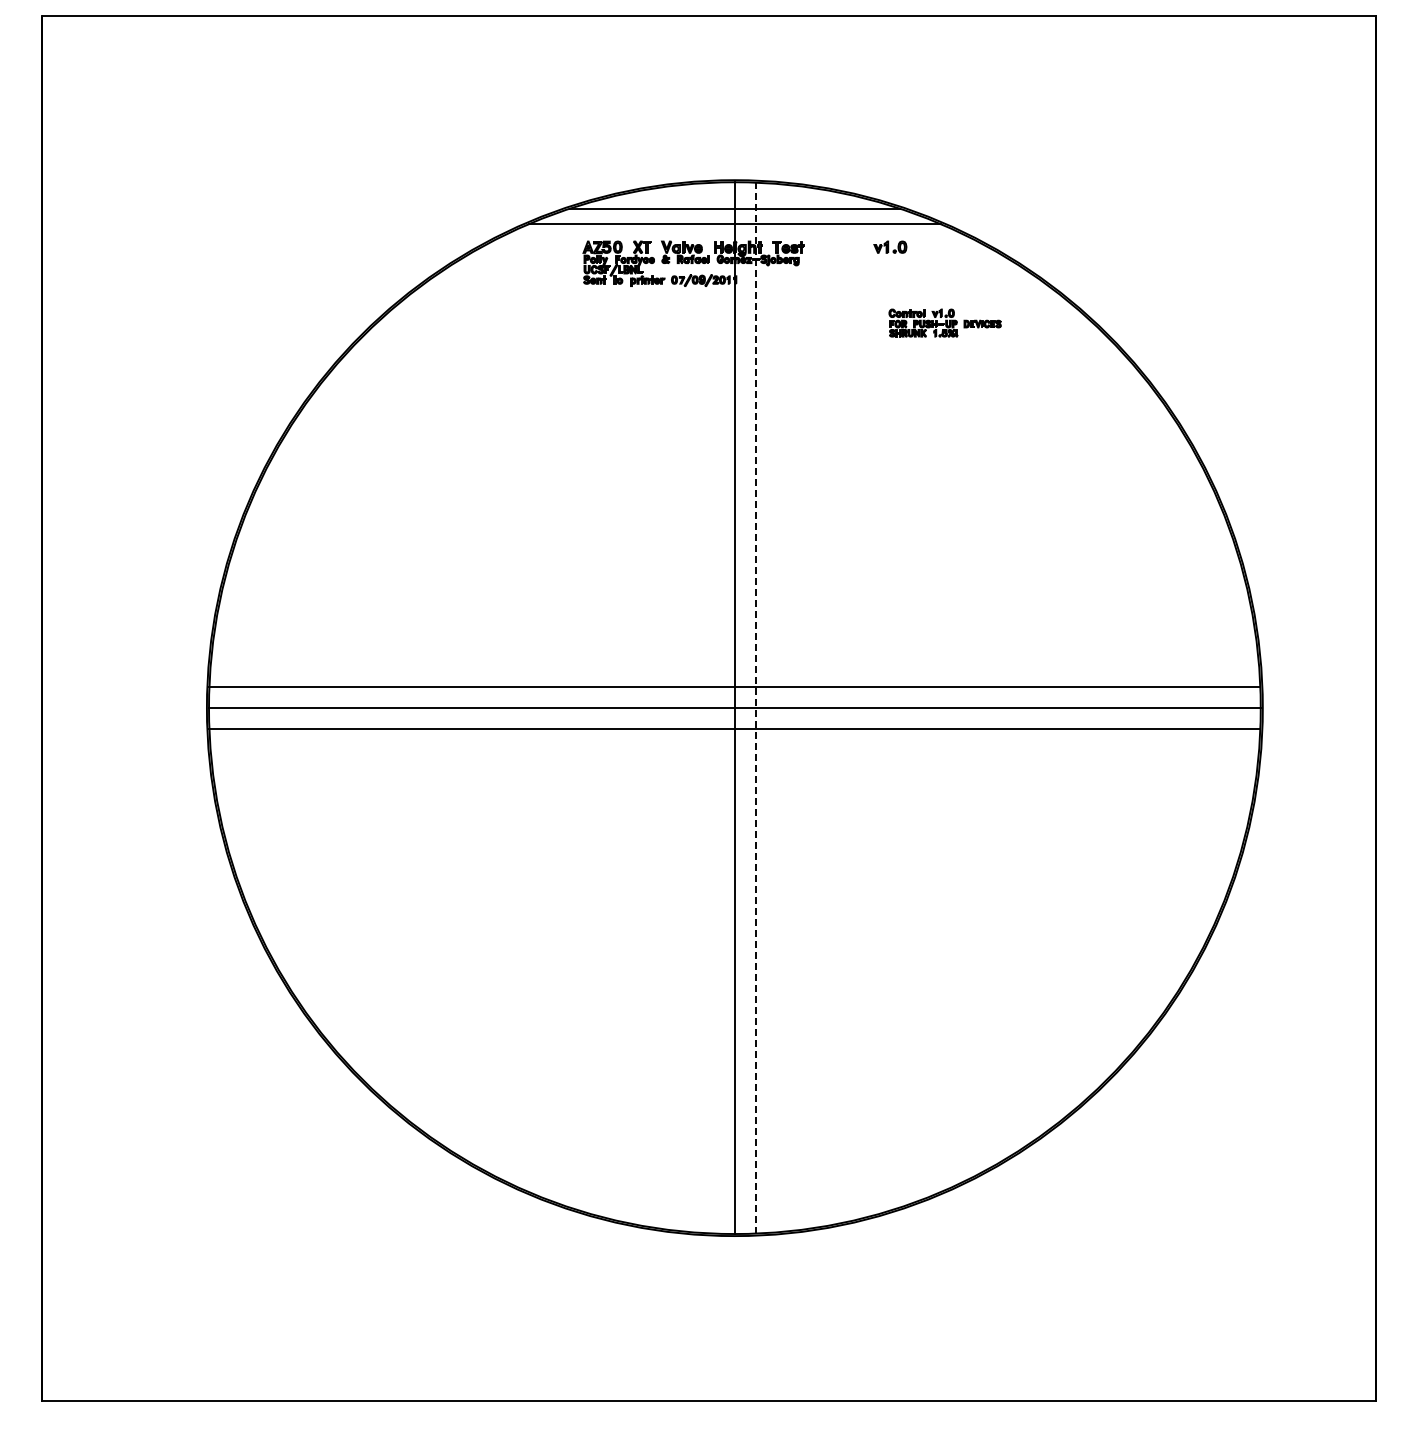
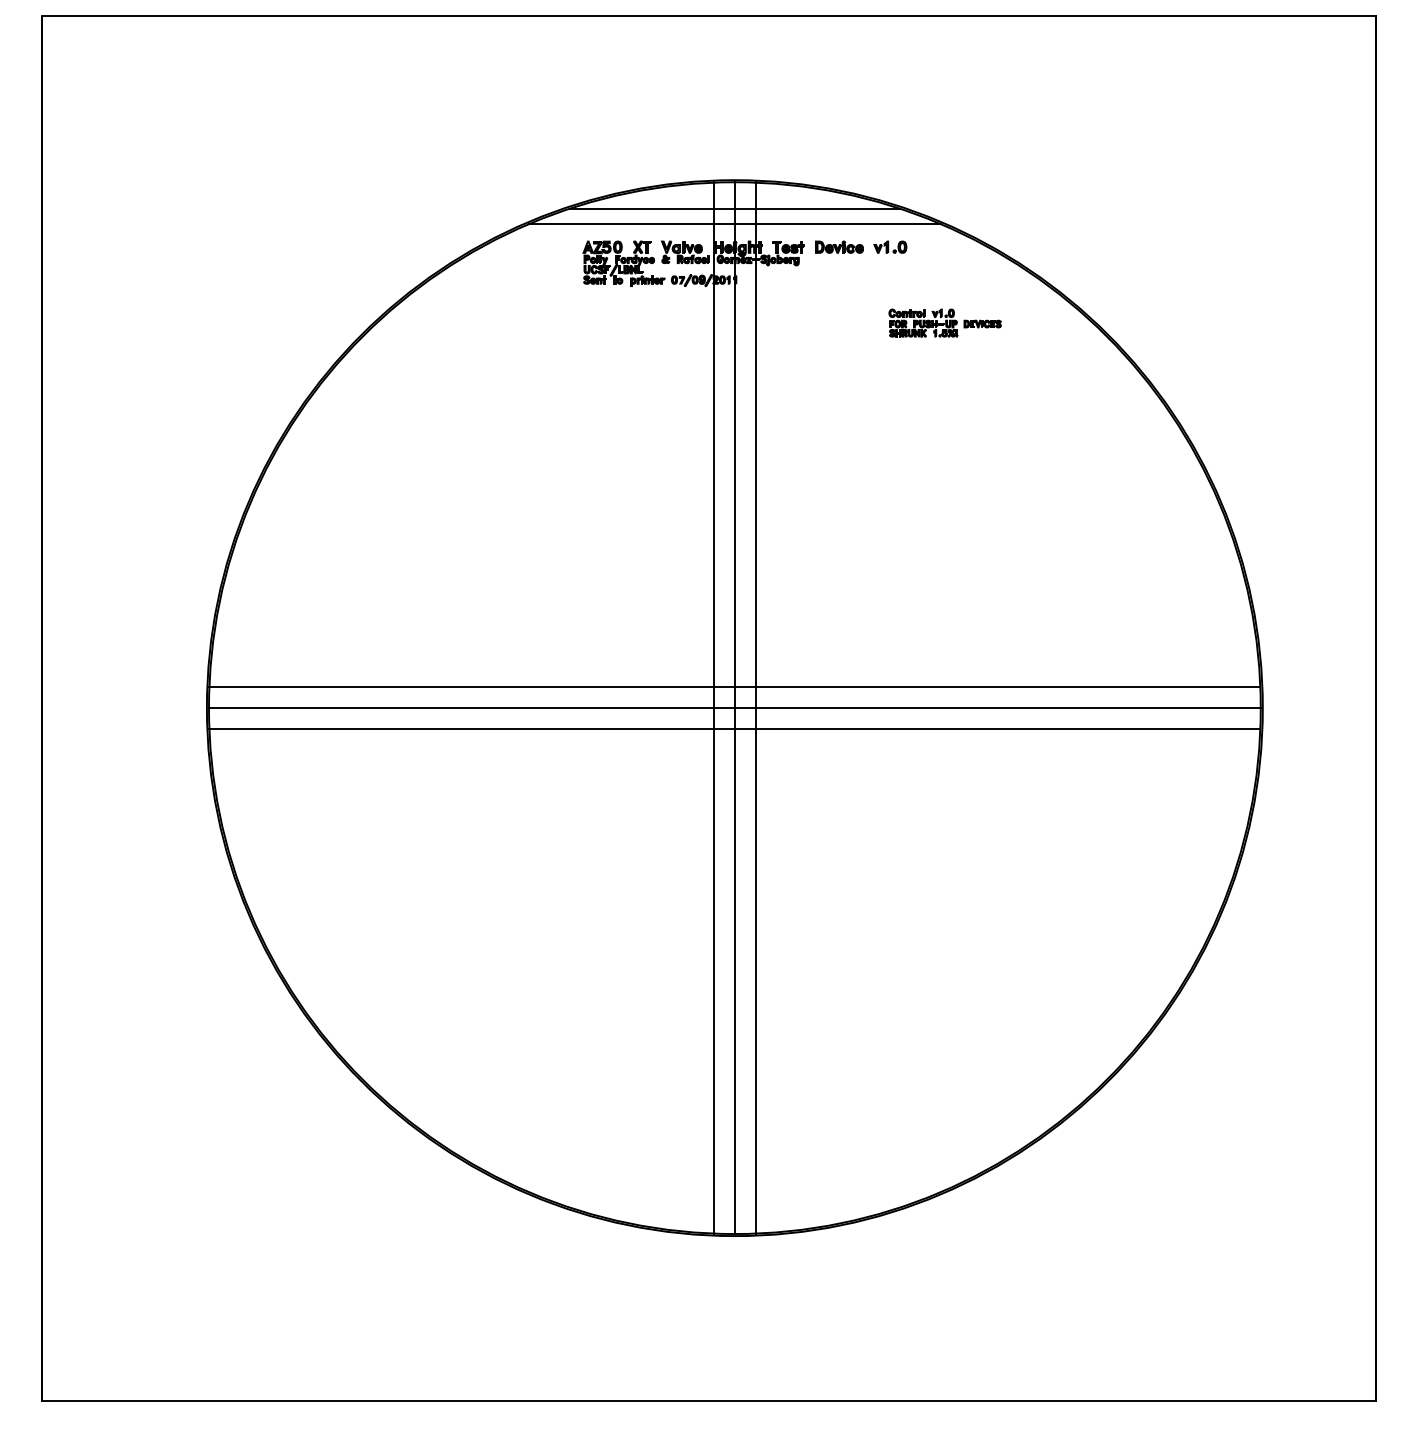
part at (839, 246): none -> present
line at (714, 707): none -> present
line at (755, 707): dashed -> solid
